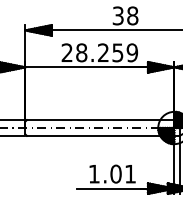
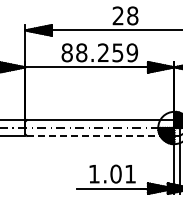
text at (117, 15): 38 -> 28
text at (66, 52): 28.259 -> 88.259
line at (100, 135): solid -> dashed
